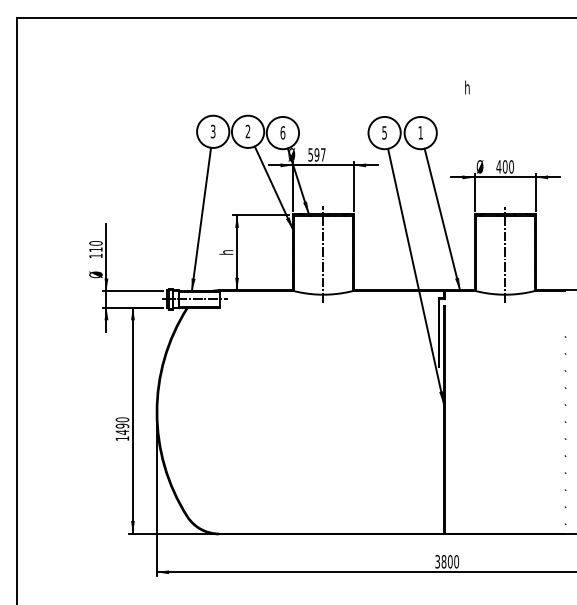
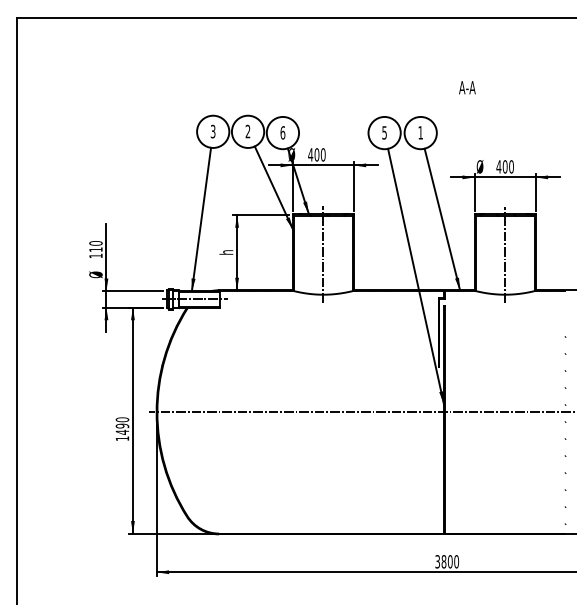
text at (467, 87): h -> A-A
text at (316, 154): 597 -> 400
line at (361, 412): none -> present
